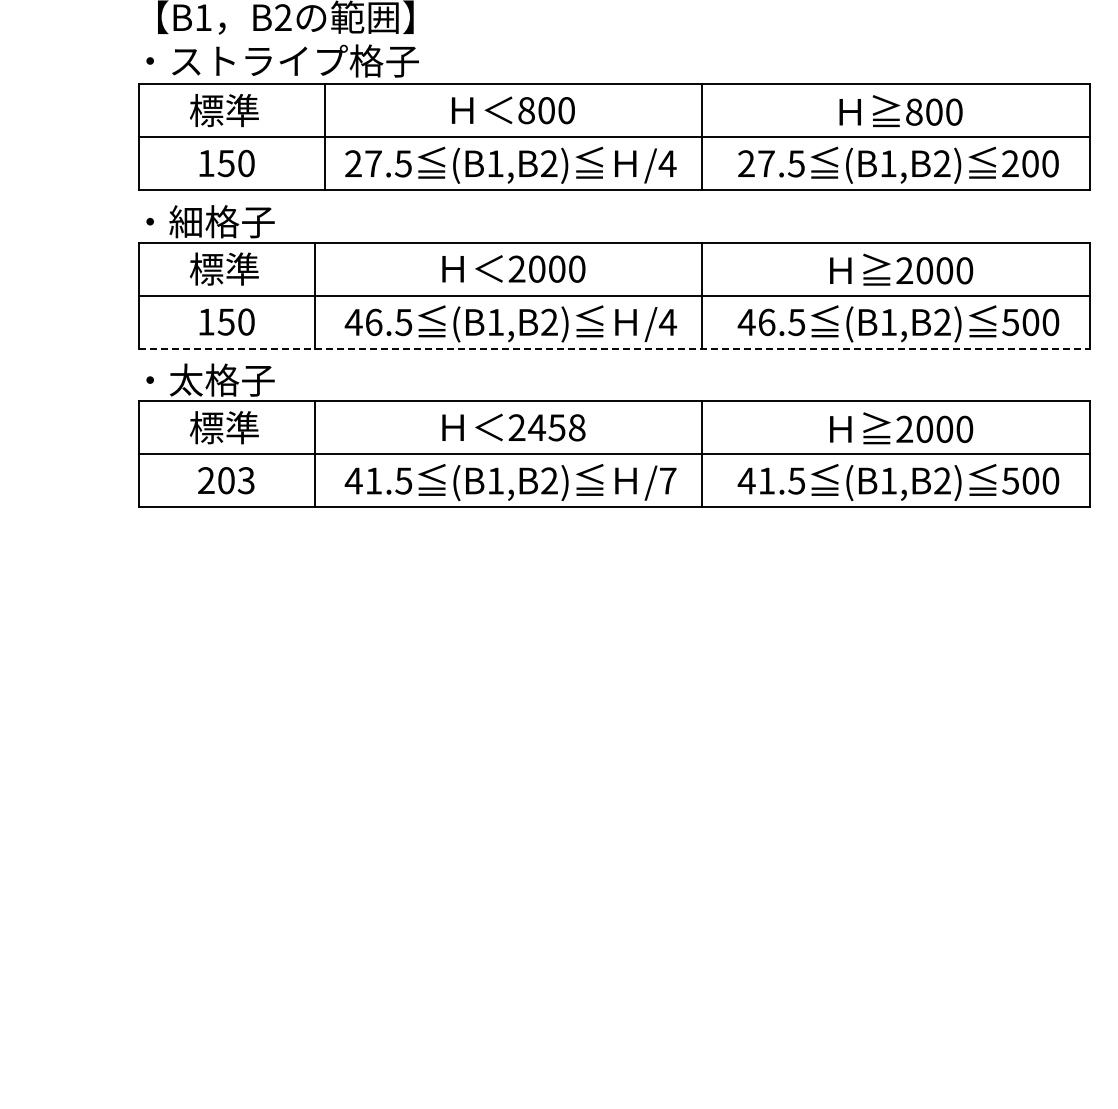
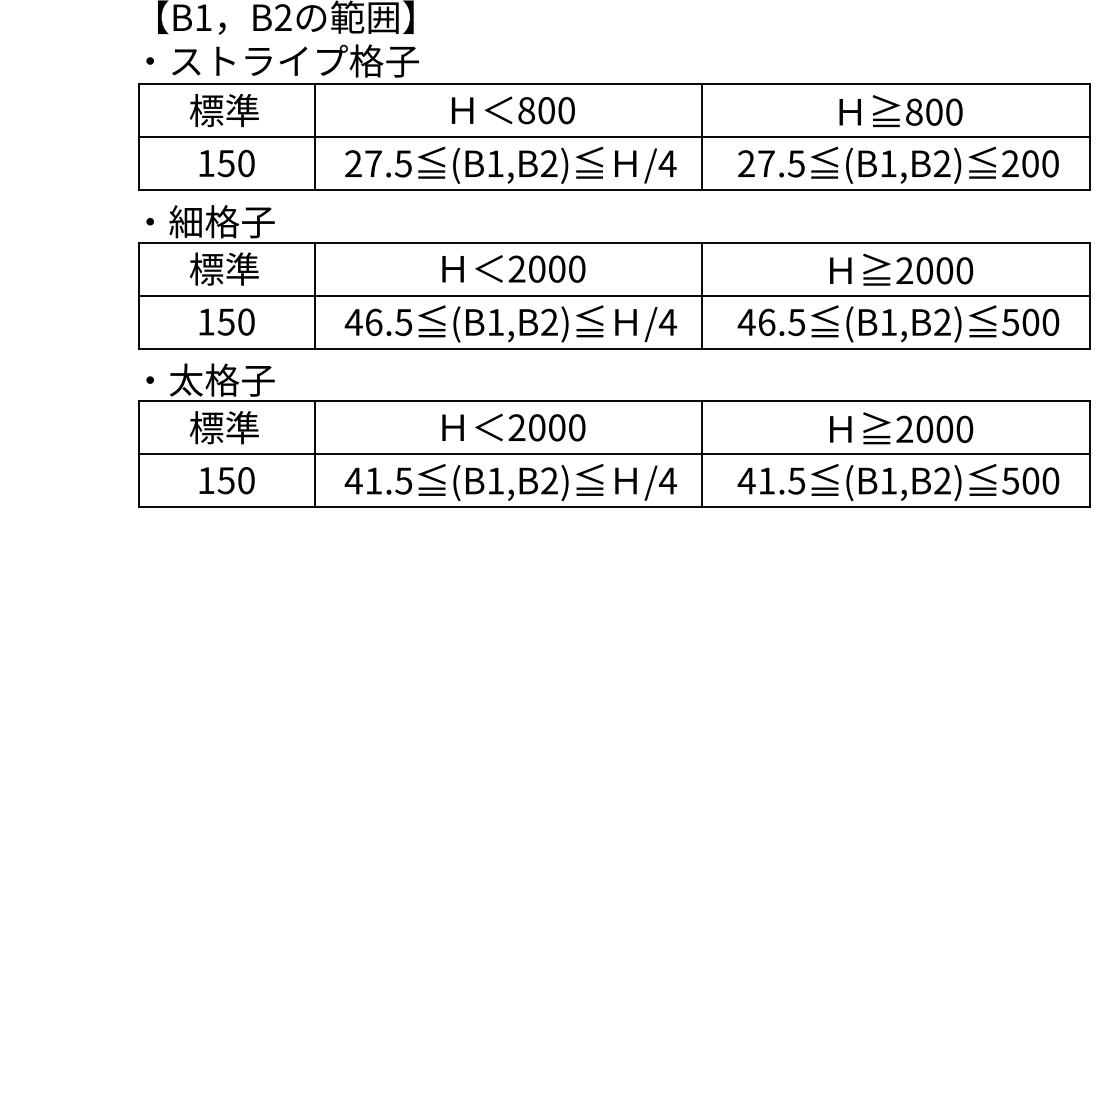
line at (324, 136) position: (324, 136) -> (314, 136)
line at (614, 348): dashed -> solid
text at (556, 427): 2458 -> 2000
text at (226, 480): 203 -> 150
text at (667, 480): /7 -> /4
